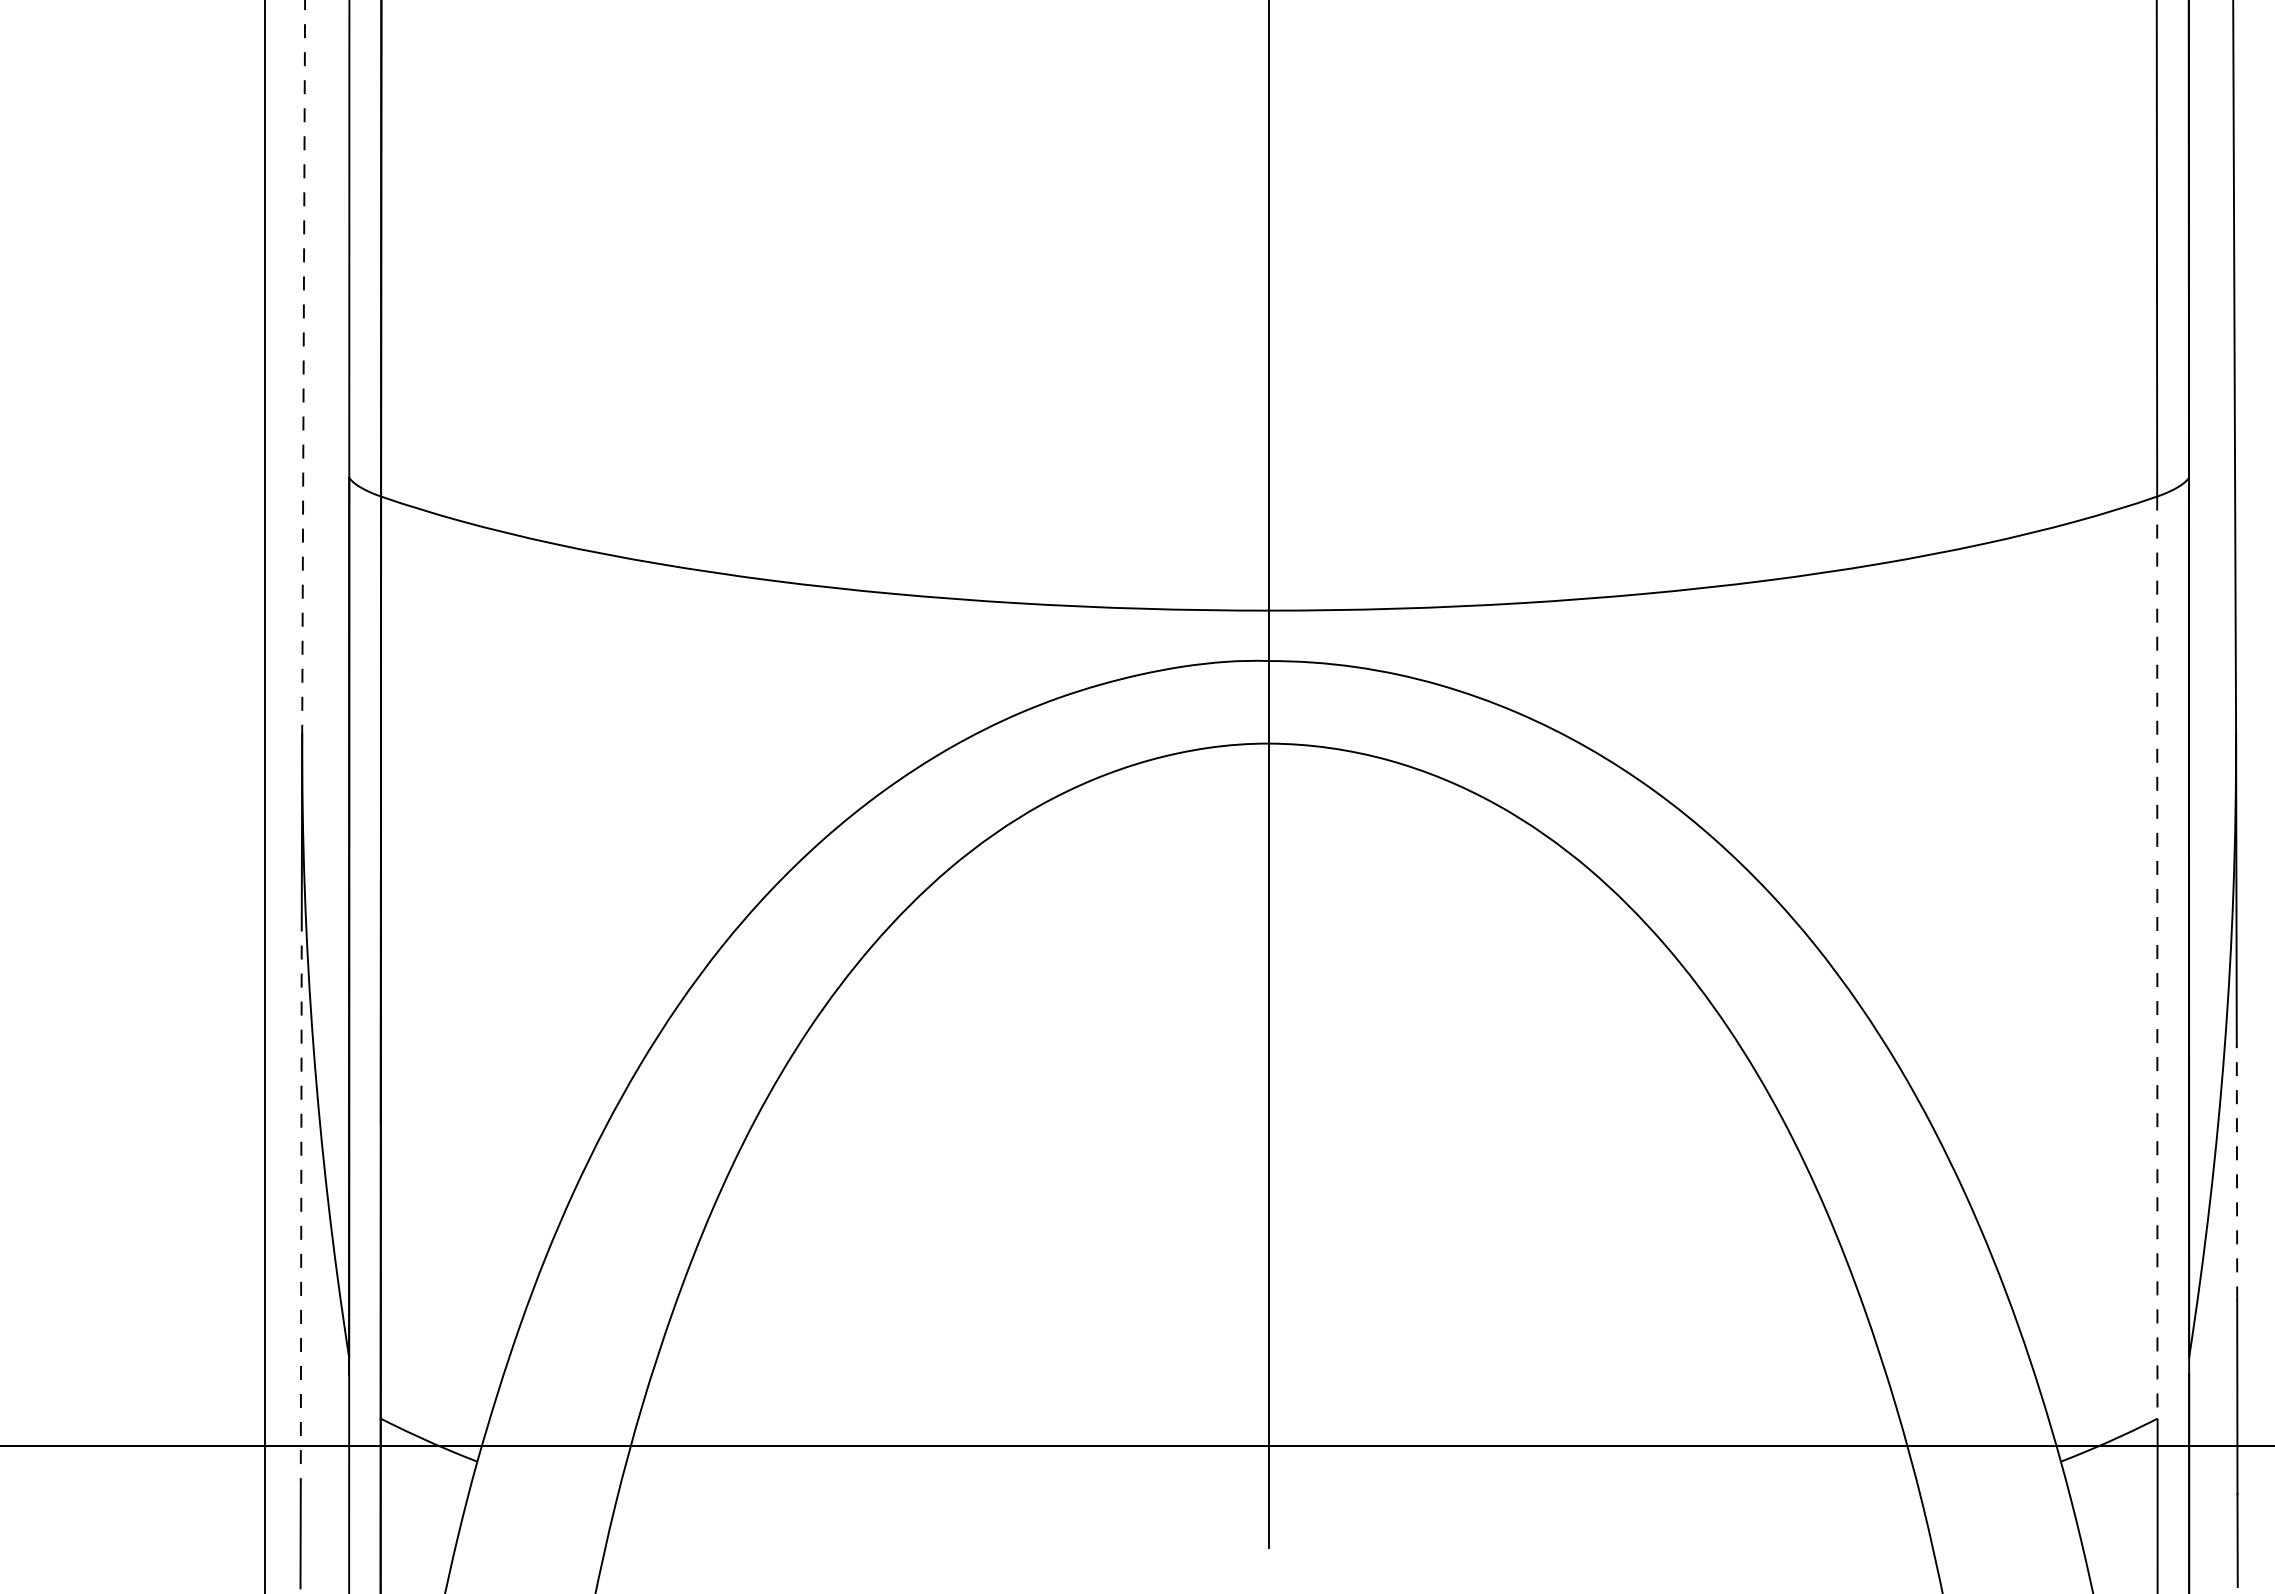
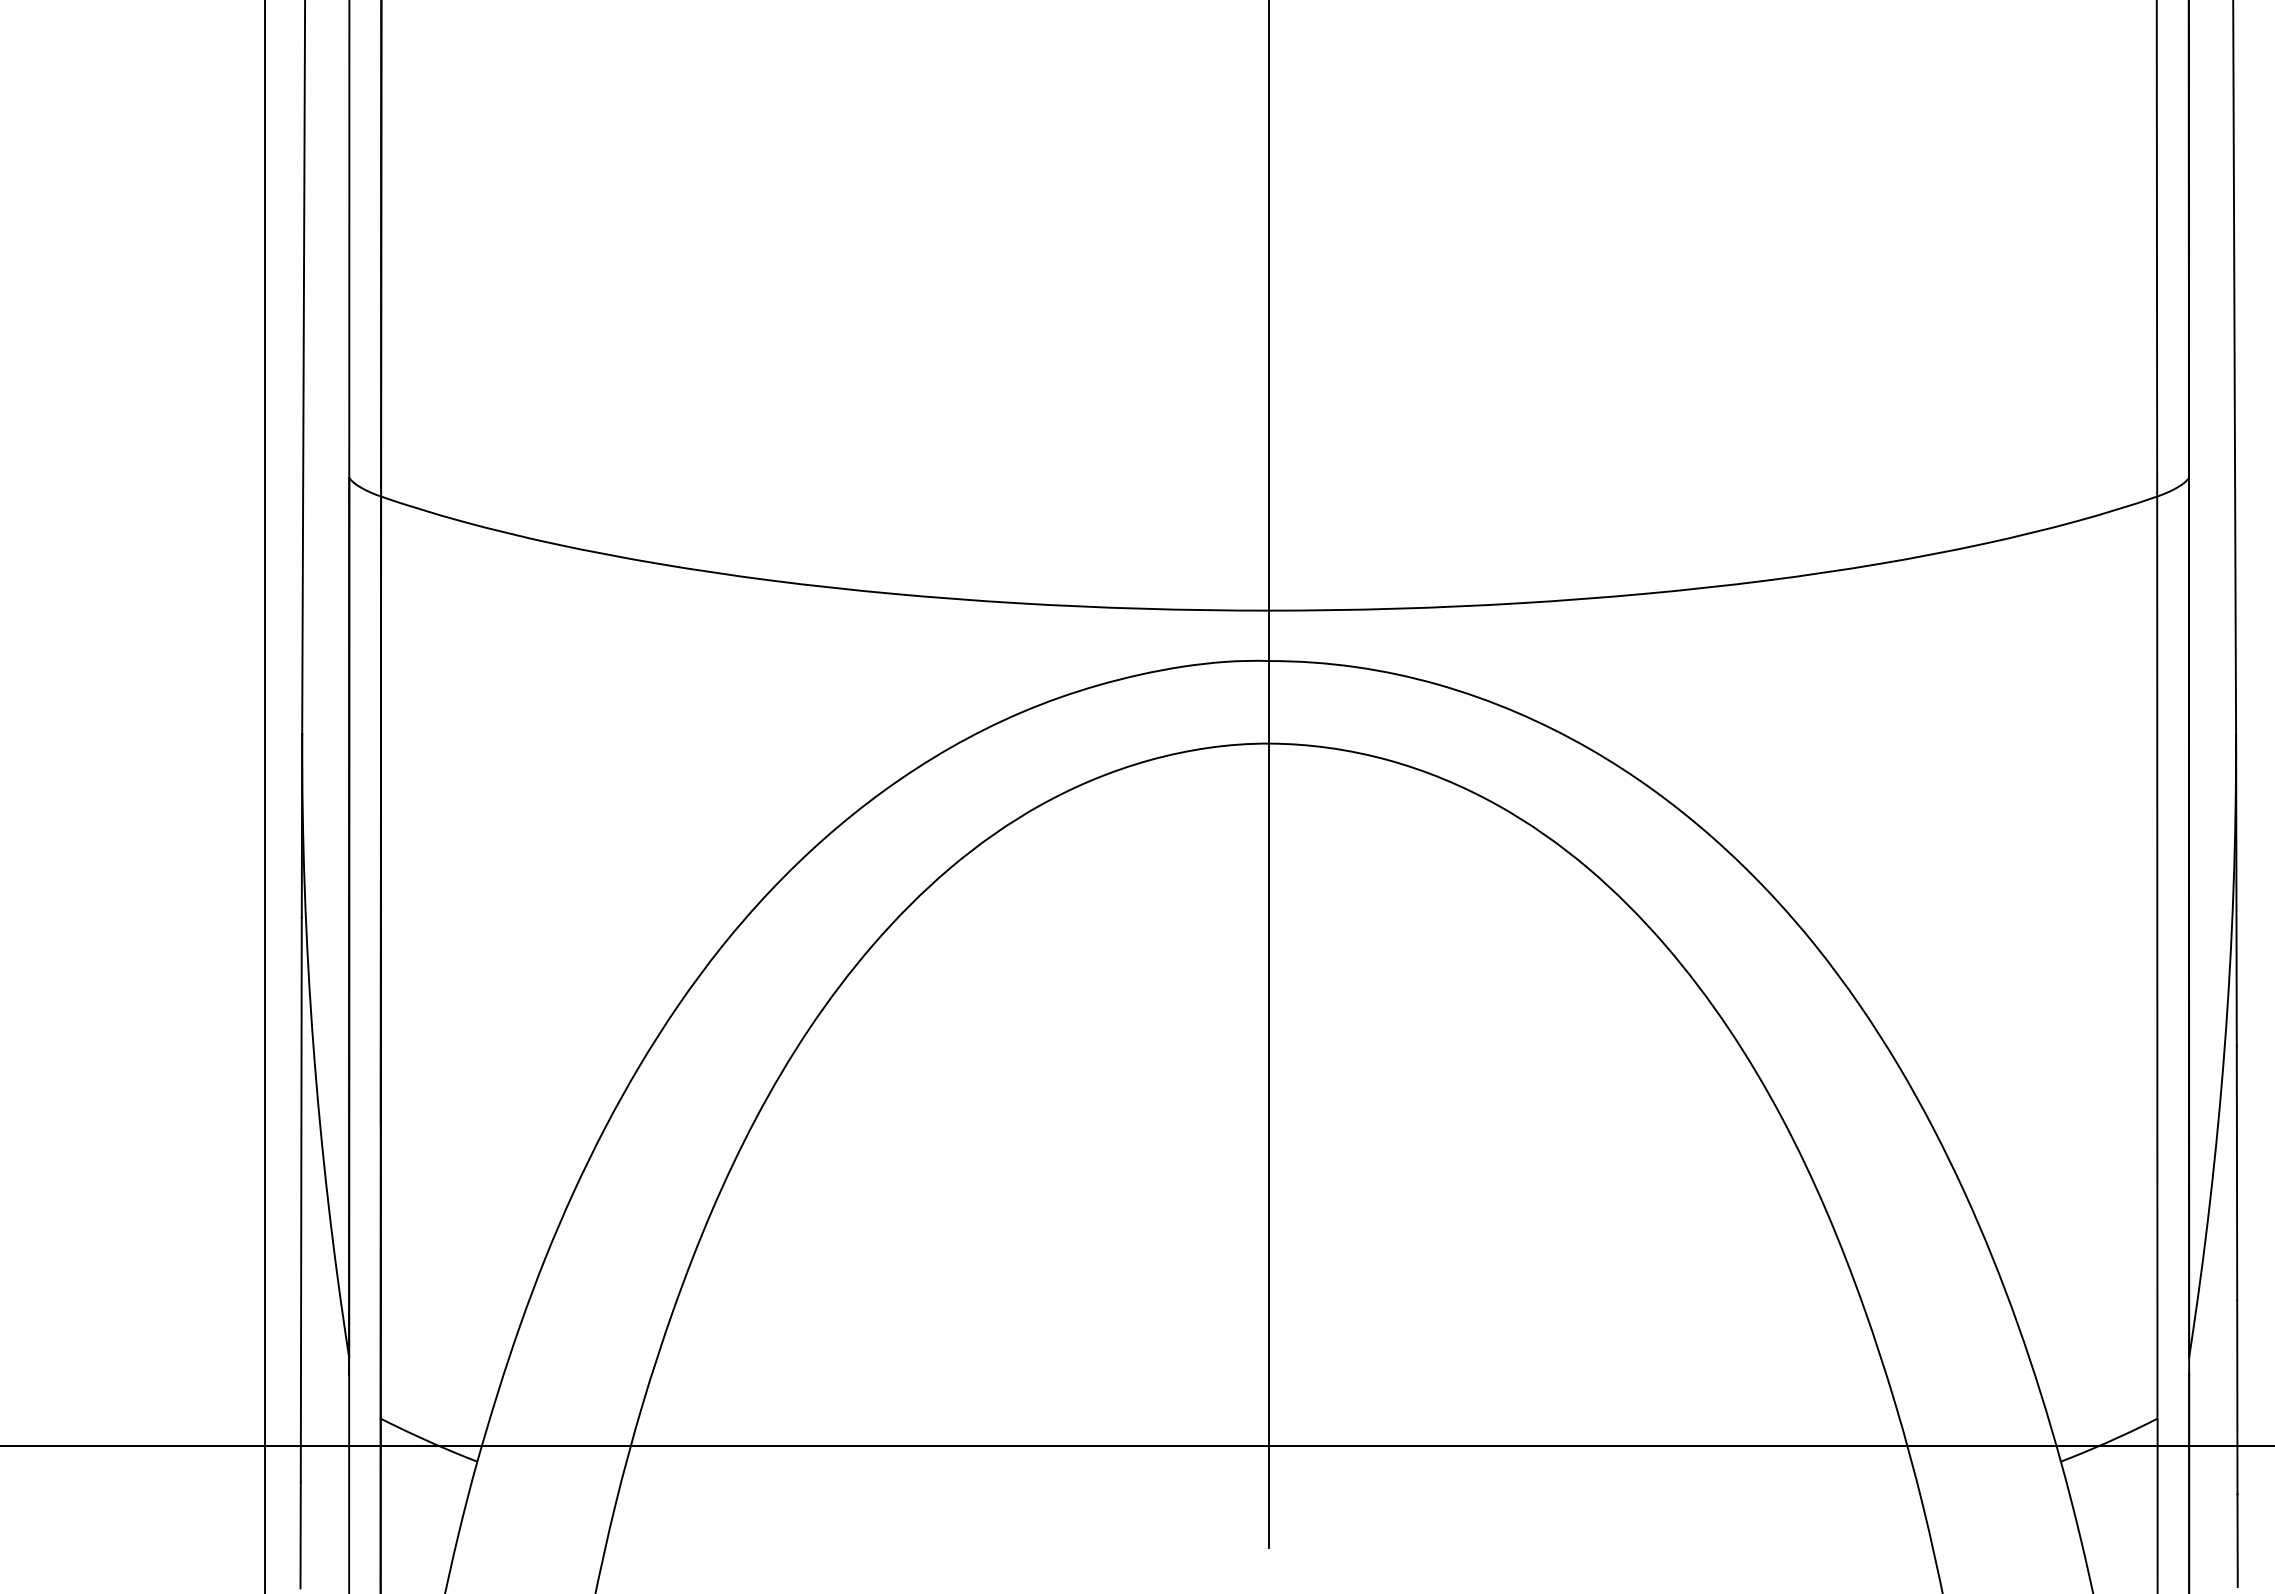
line at (303, 367): dashed -> solid
line at (2157, 958): dashed -> solid
line at (2236, 1172): dashed -> solid
line at (301, 1200): dashed -> solid
